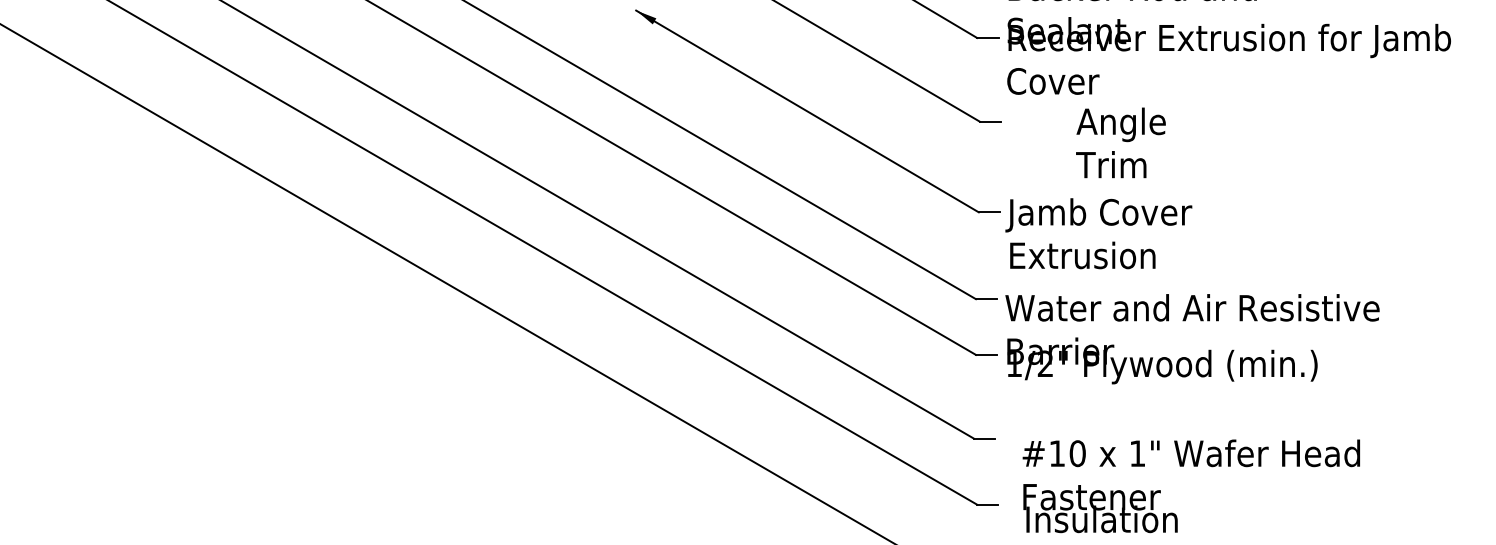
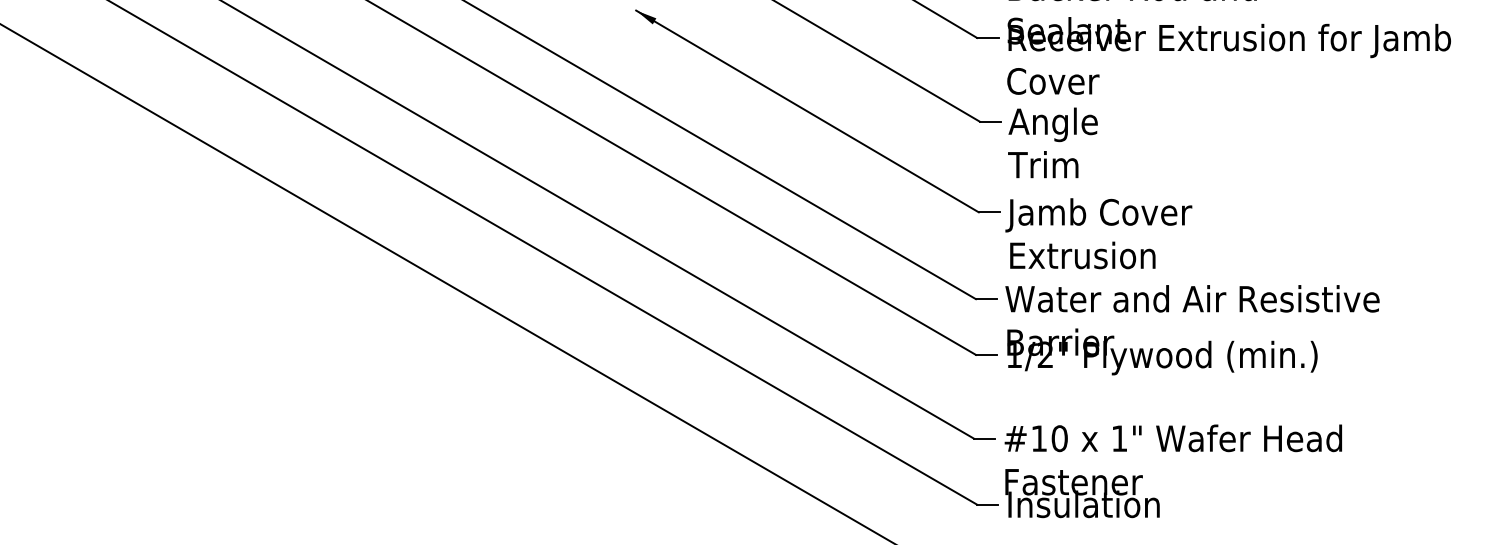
text at (1120, 142) position: (1120, 142) -> (1052, 142)
text at (1192, 339) position: (1192, 339) -> (1192, 330)
text at (1190, 486) position: (1190, 486) -> (1172, 471)
